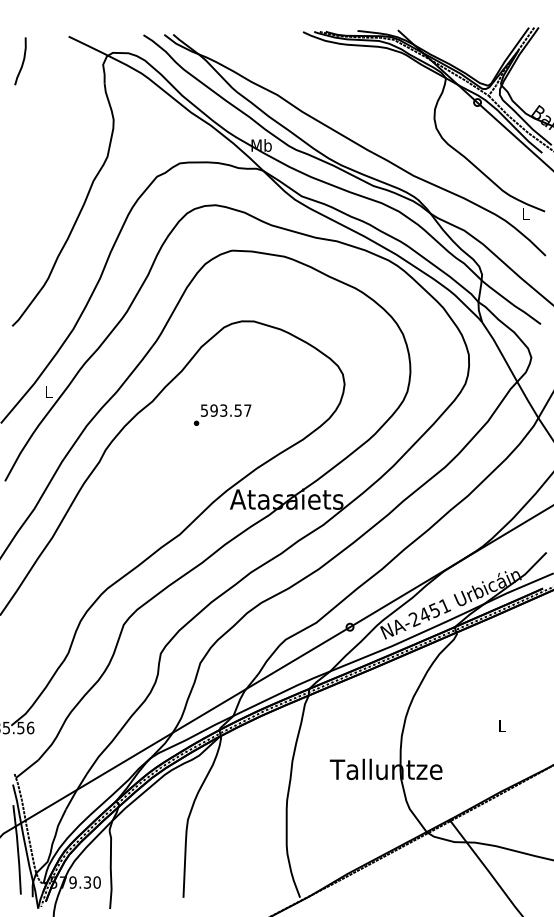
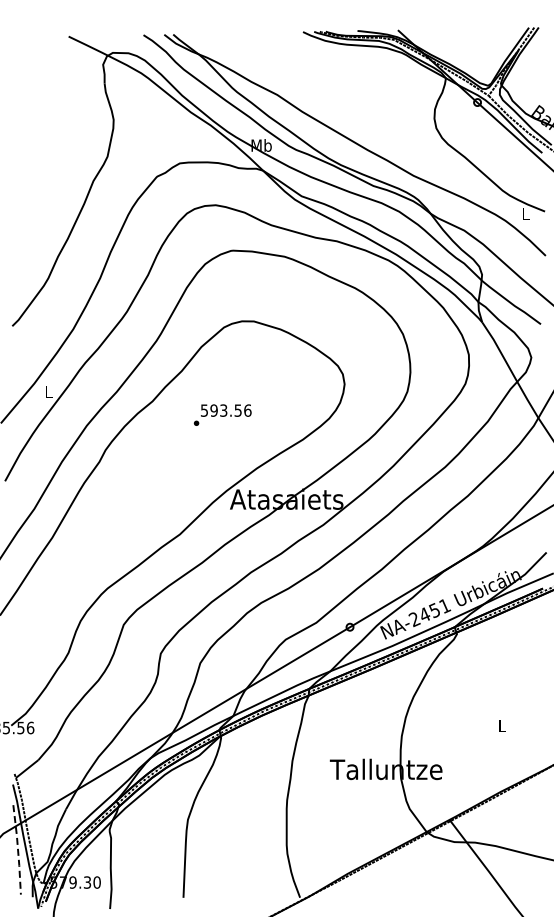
curve at (22, 61): present -> none
text at (247, 410): 593.57 -> 593.56
line at (18, 850): solid -> dashed
